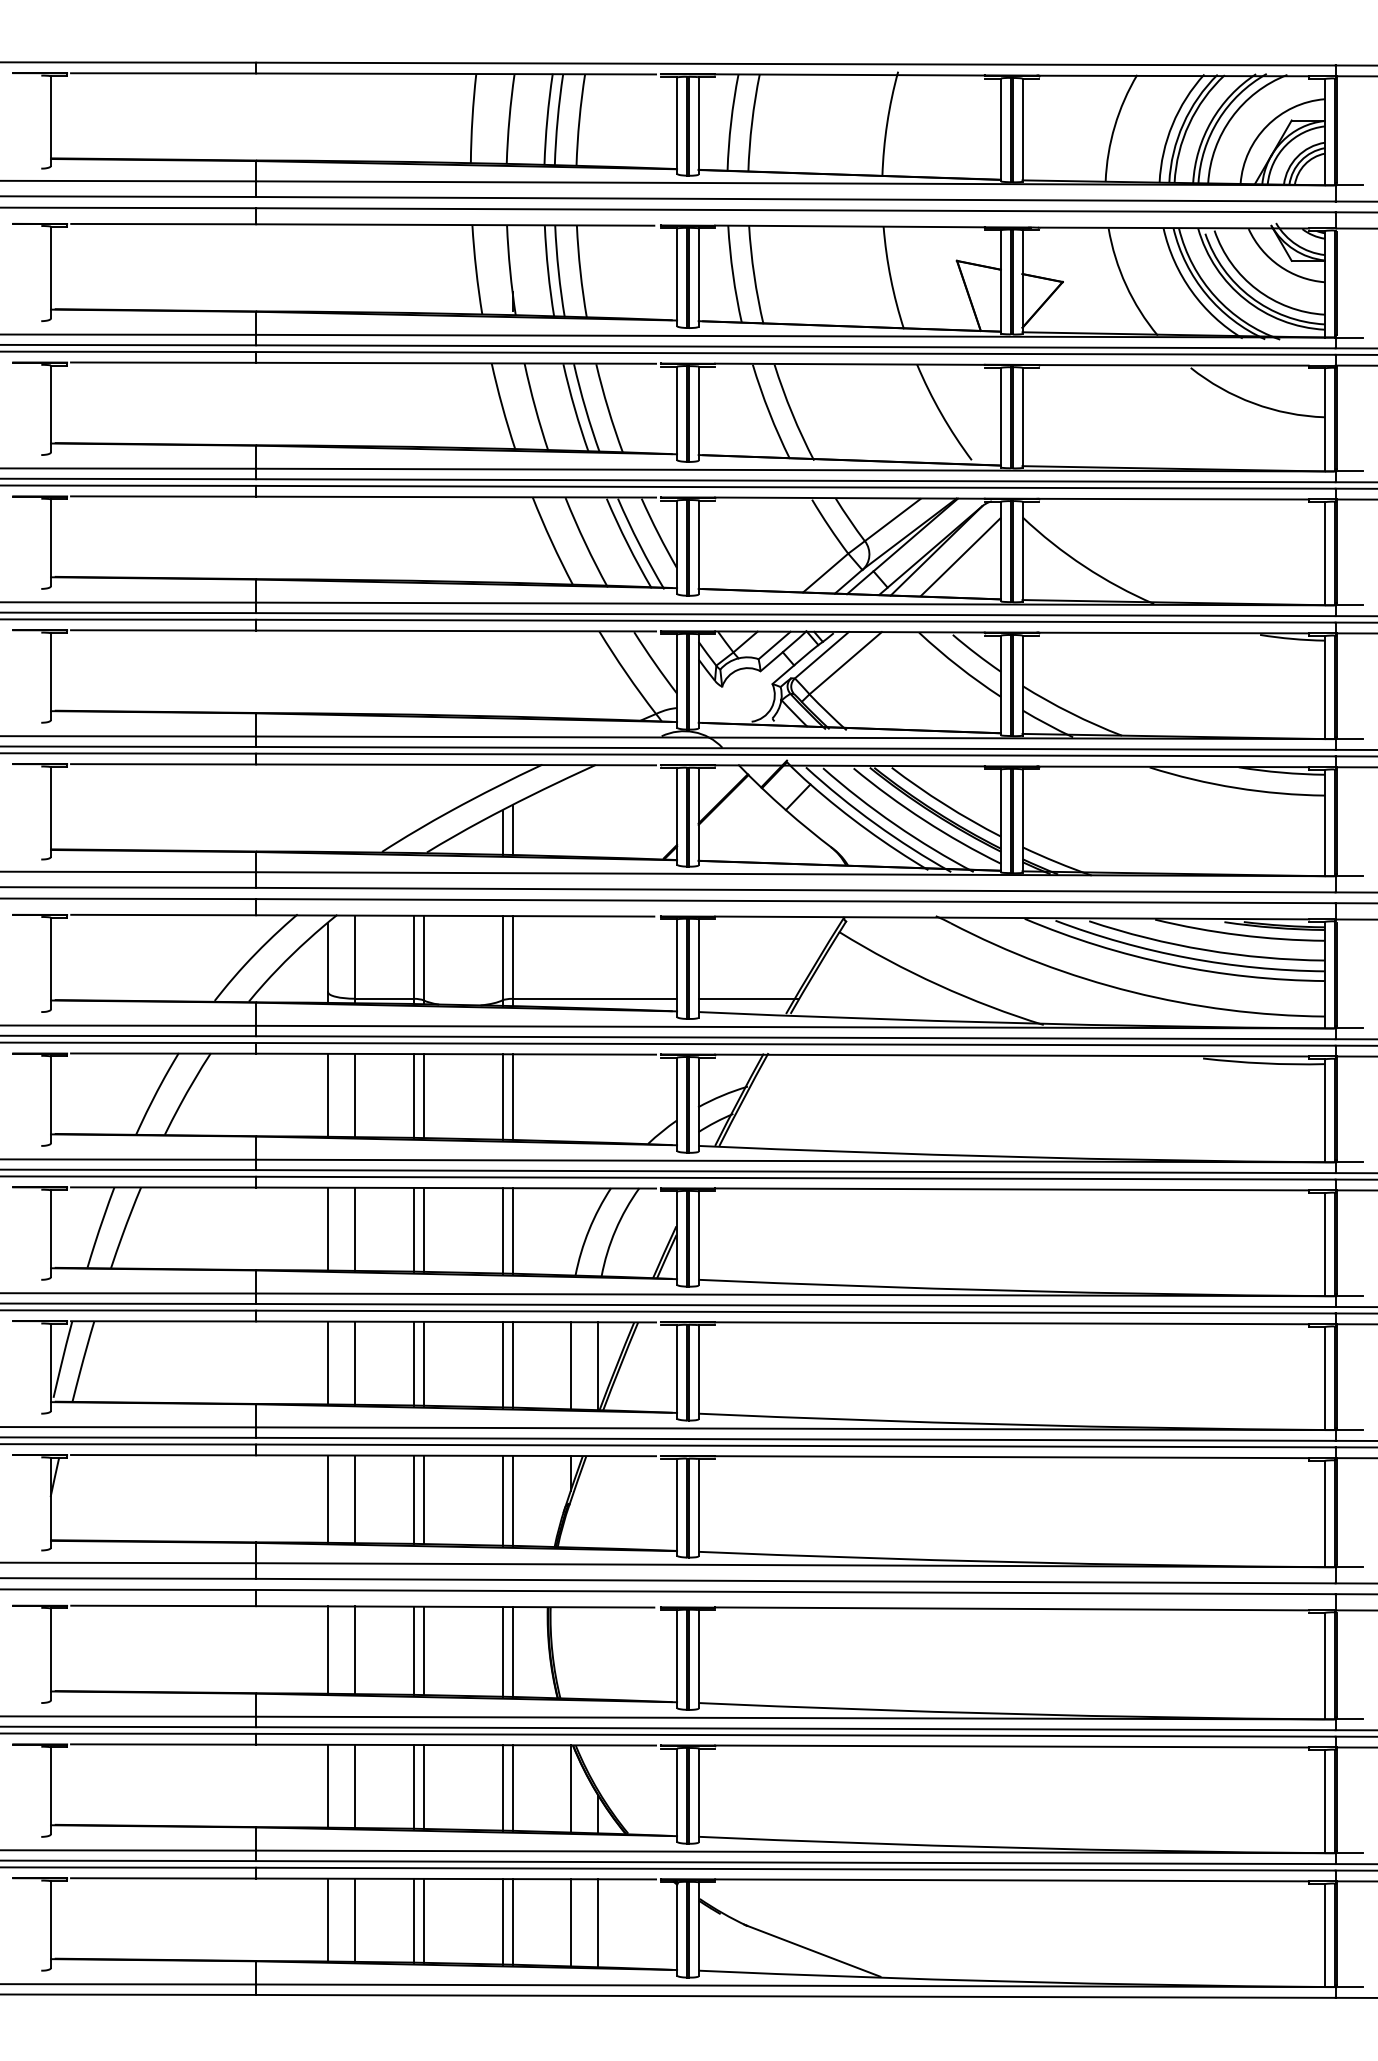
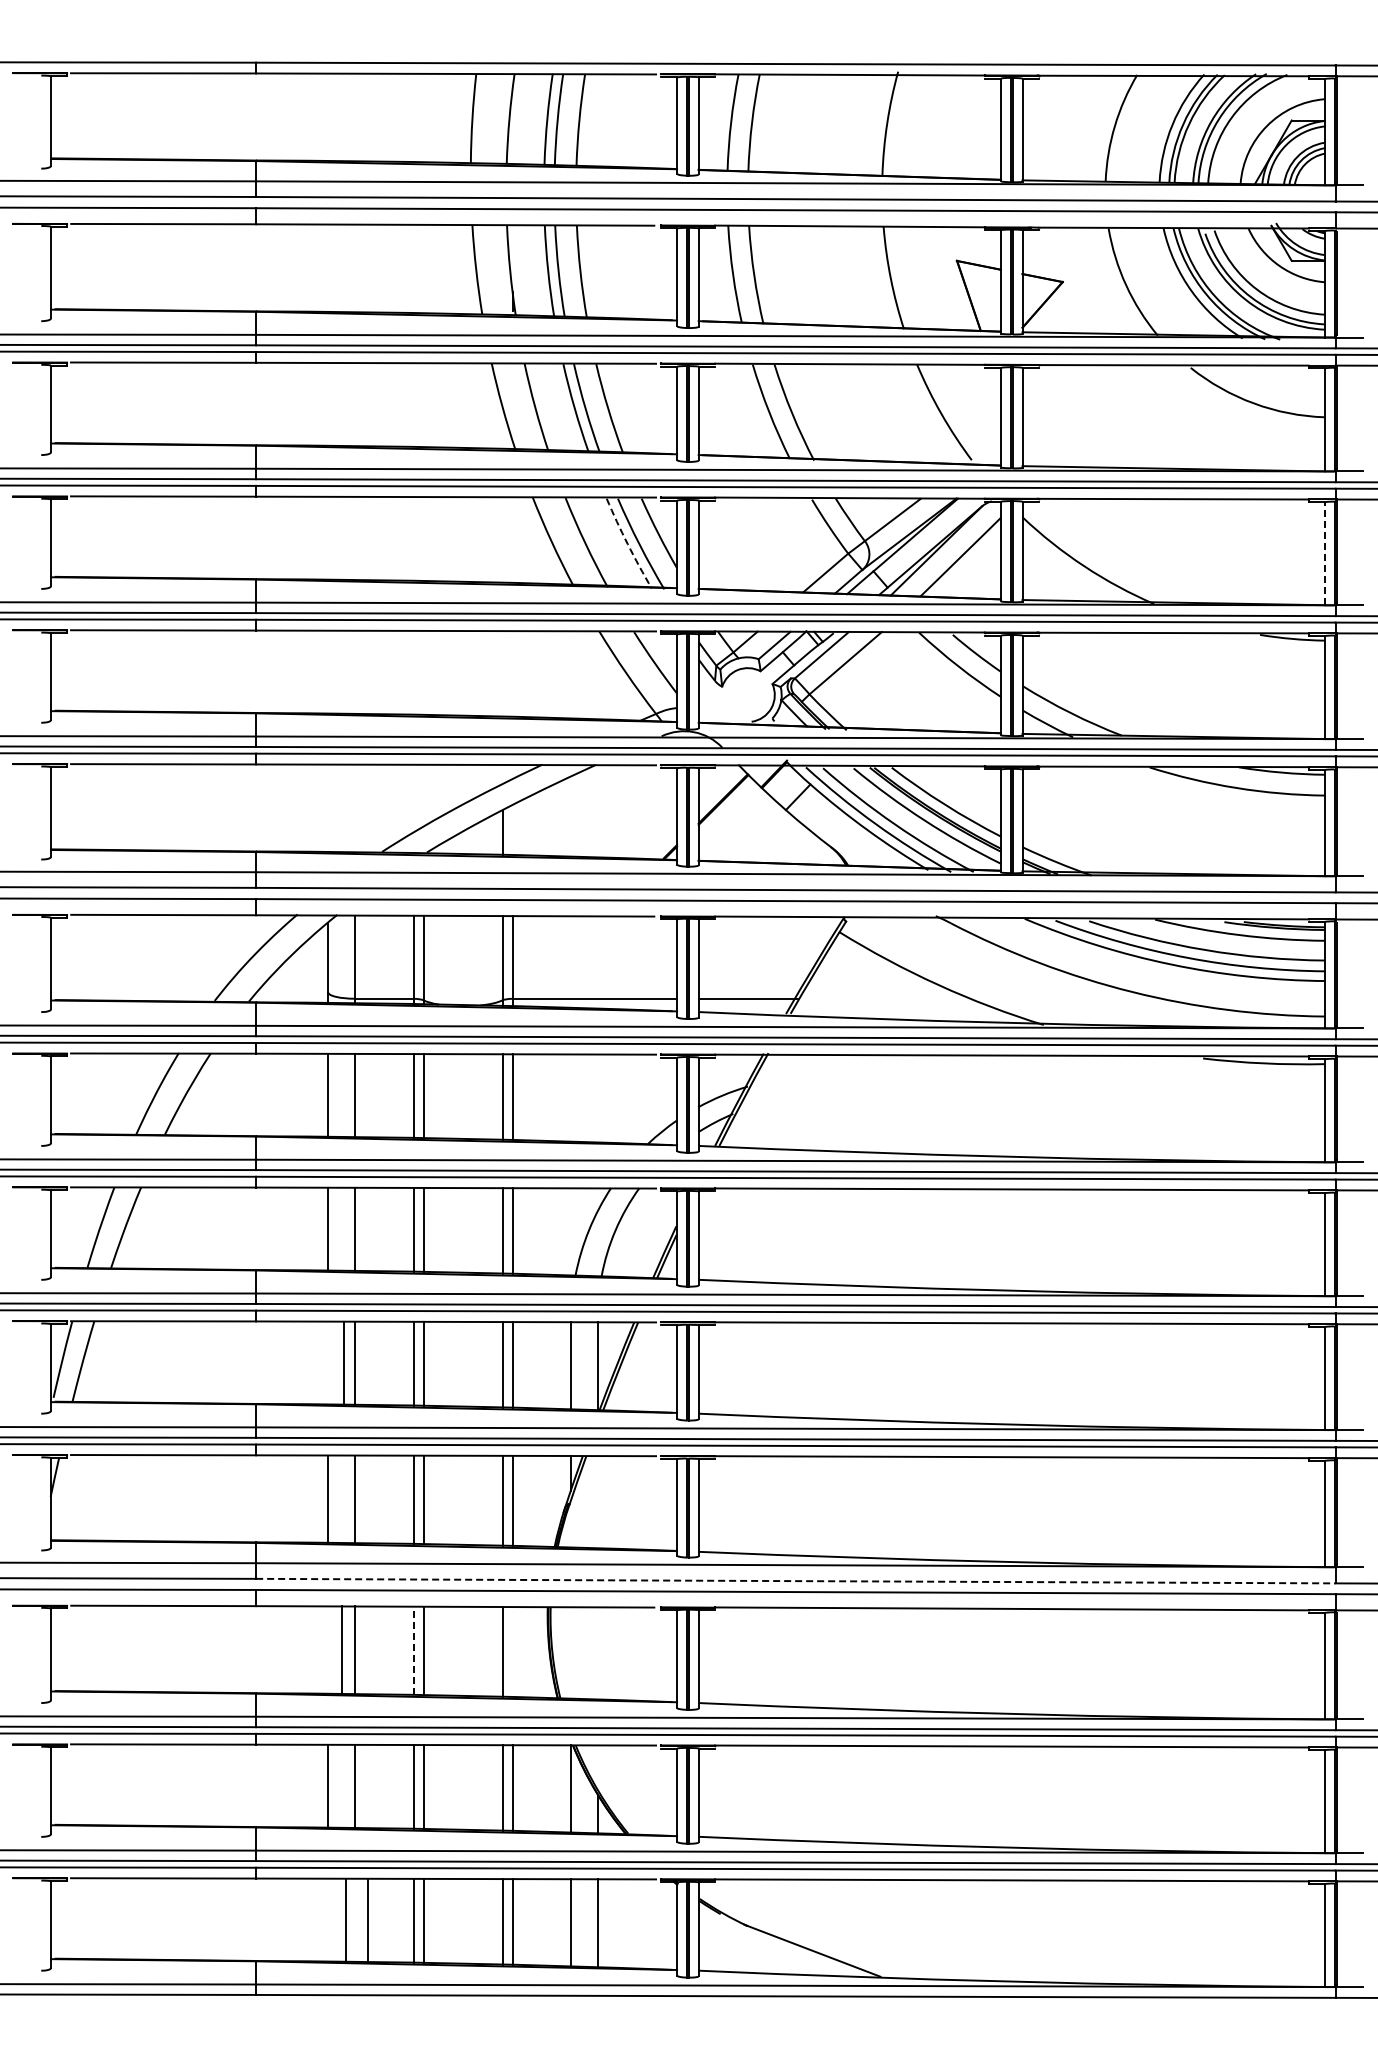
arc at (627, 544): solid -> dashed
line at (1324, 553): solid -> dashed
line at (512, 830): present -> none
line at (328, 1362) position: (328, 1362) -> (344, 1362)
line at (795, 1581): solid -> dashed
line at (328, 1649) position: (328, 1649) -> (342, 1649)
line at (413, 1650): solid -> dashed
line at (512, 1652): present -> none
line at (328, 1919) position: (328, 1919) -> (346, 1919)
line at (355, 1919) position: (355, 1919) -> (368, 1919)
